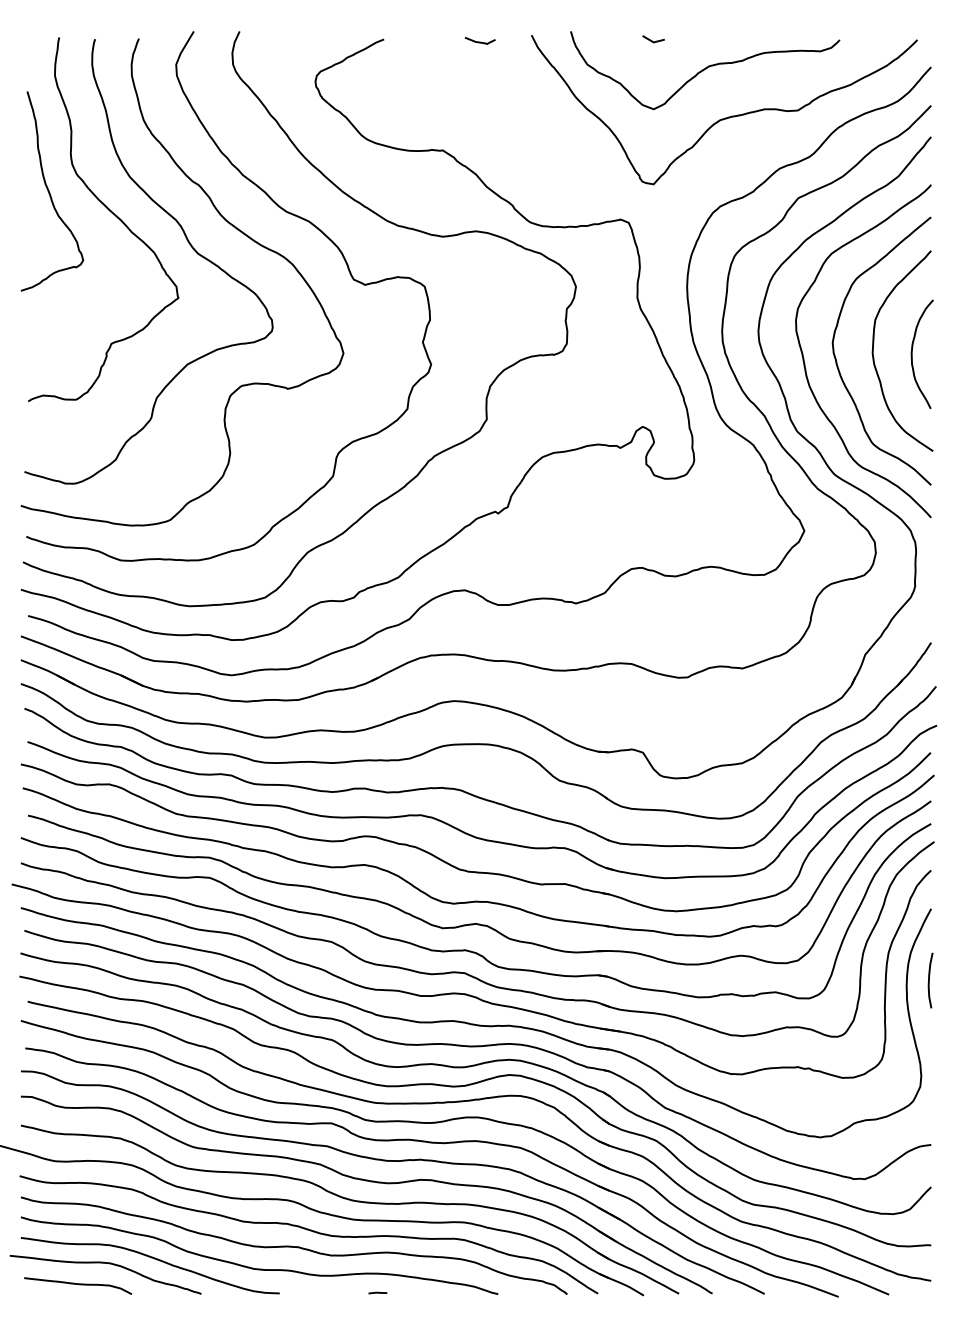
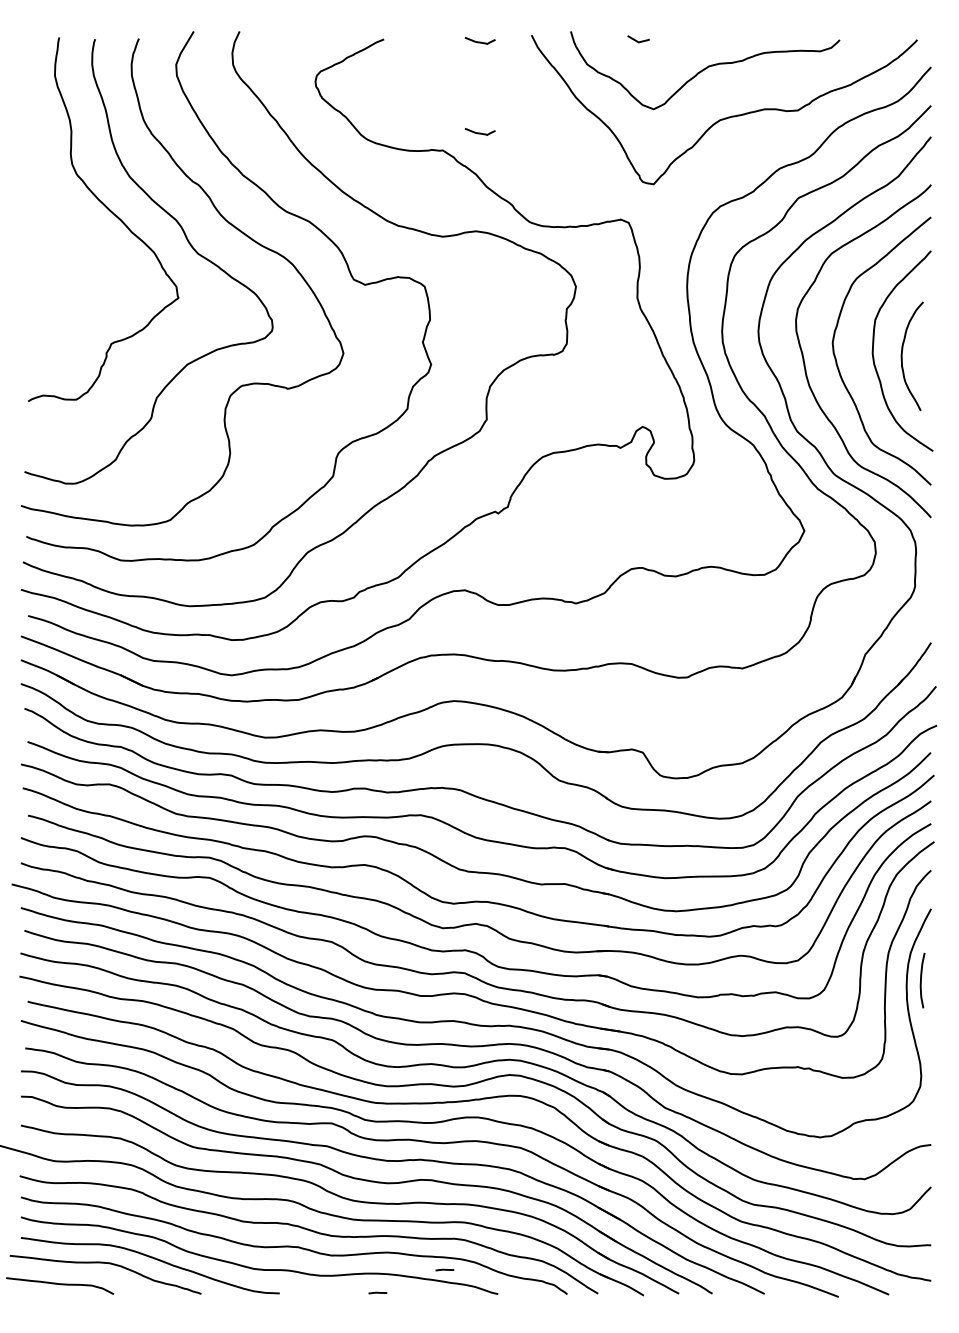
line at (652, 40) position: (652, 40) -> (637, 40)
curve at (479, 132): none -> present
curve at (50, 192): present -> none
curve at (912, 353) position: (912, 353) -> (902, 355)
curve at (929, 980) position: (929, 980) -> (921, 980)
line at (444, 1269): none -> present
curve at (78, 1285) position: (78, 1285) -> (60, 1285)
